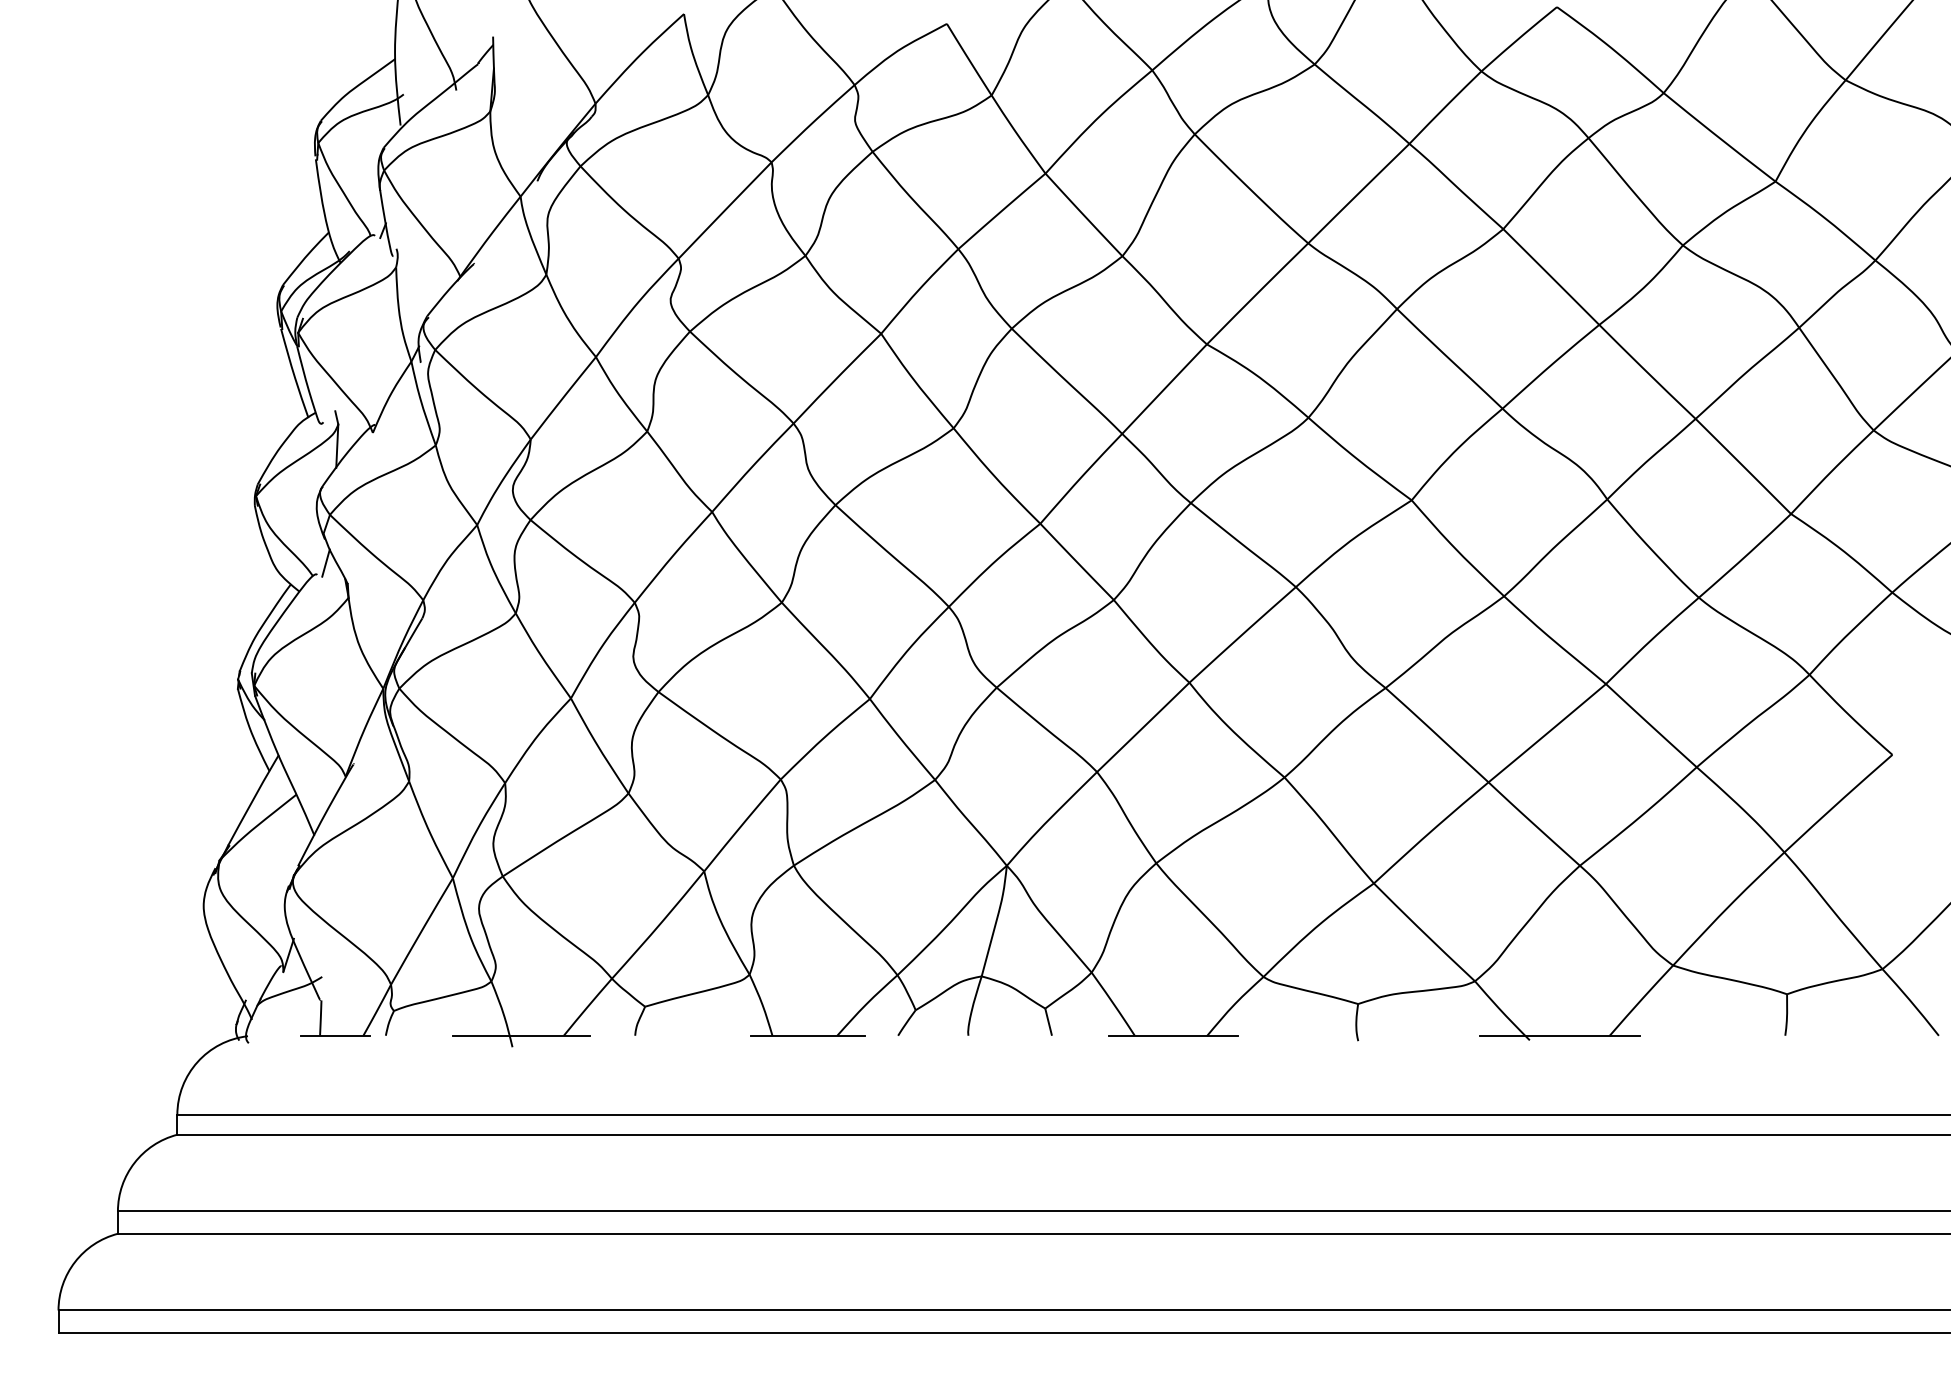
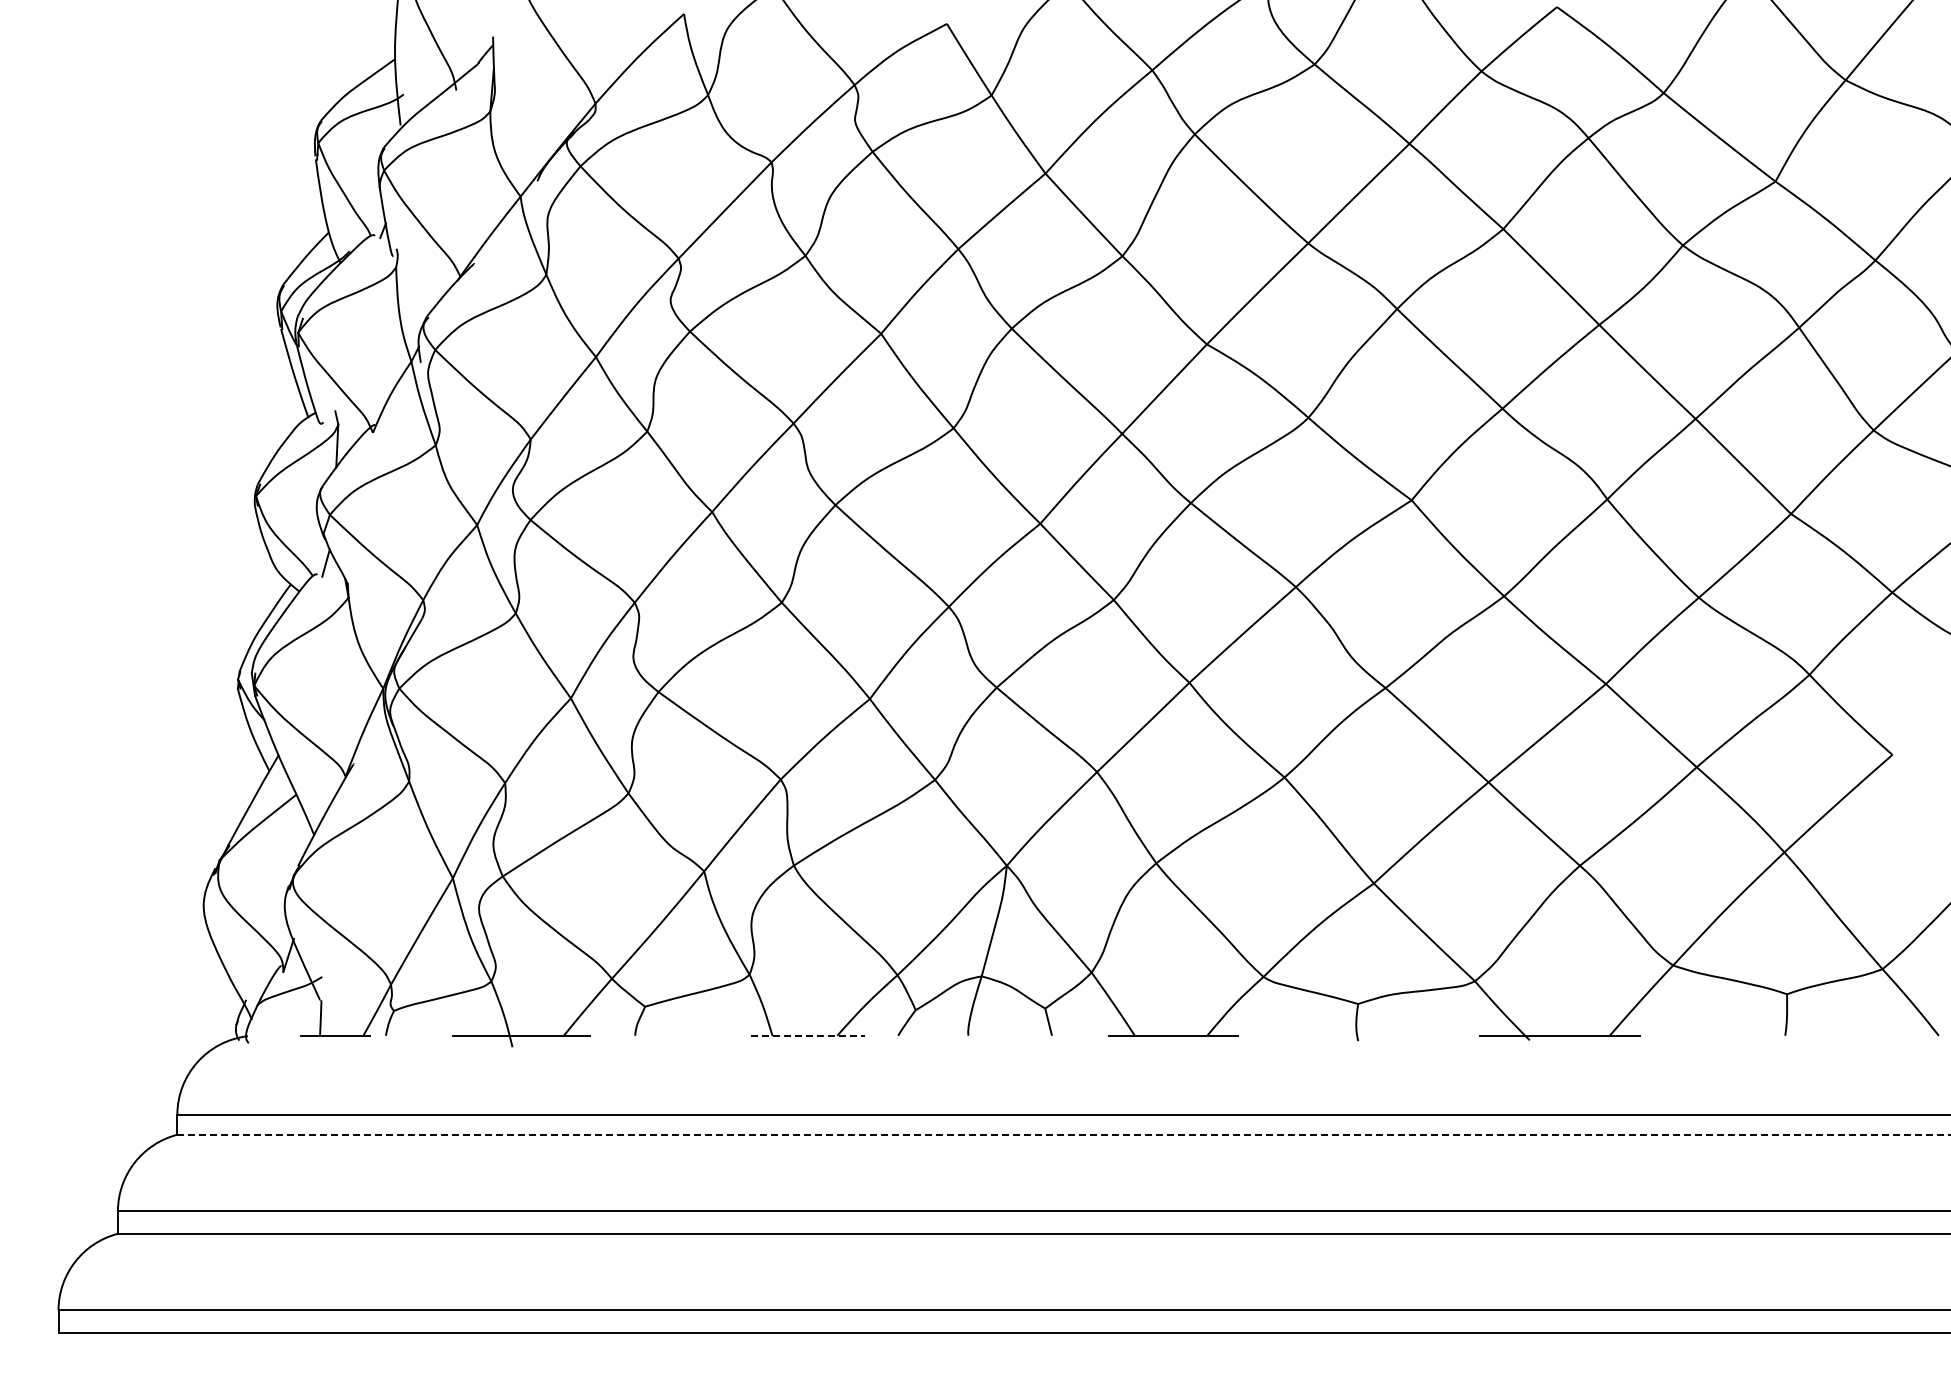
line at (808, 1035): solid -> dashed
line at (1064, 1134): solid -> dashed
